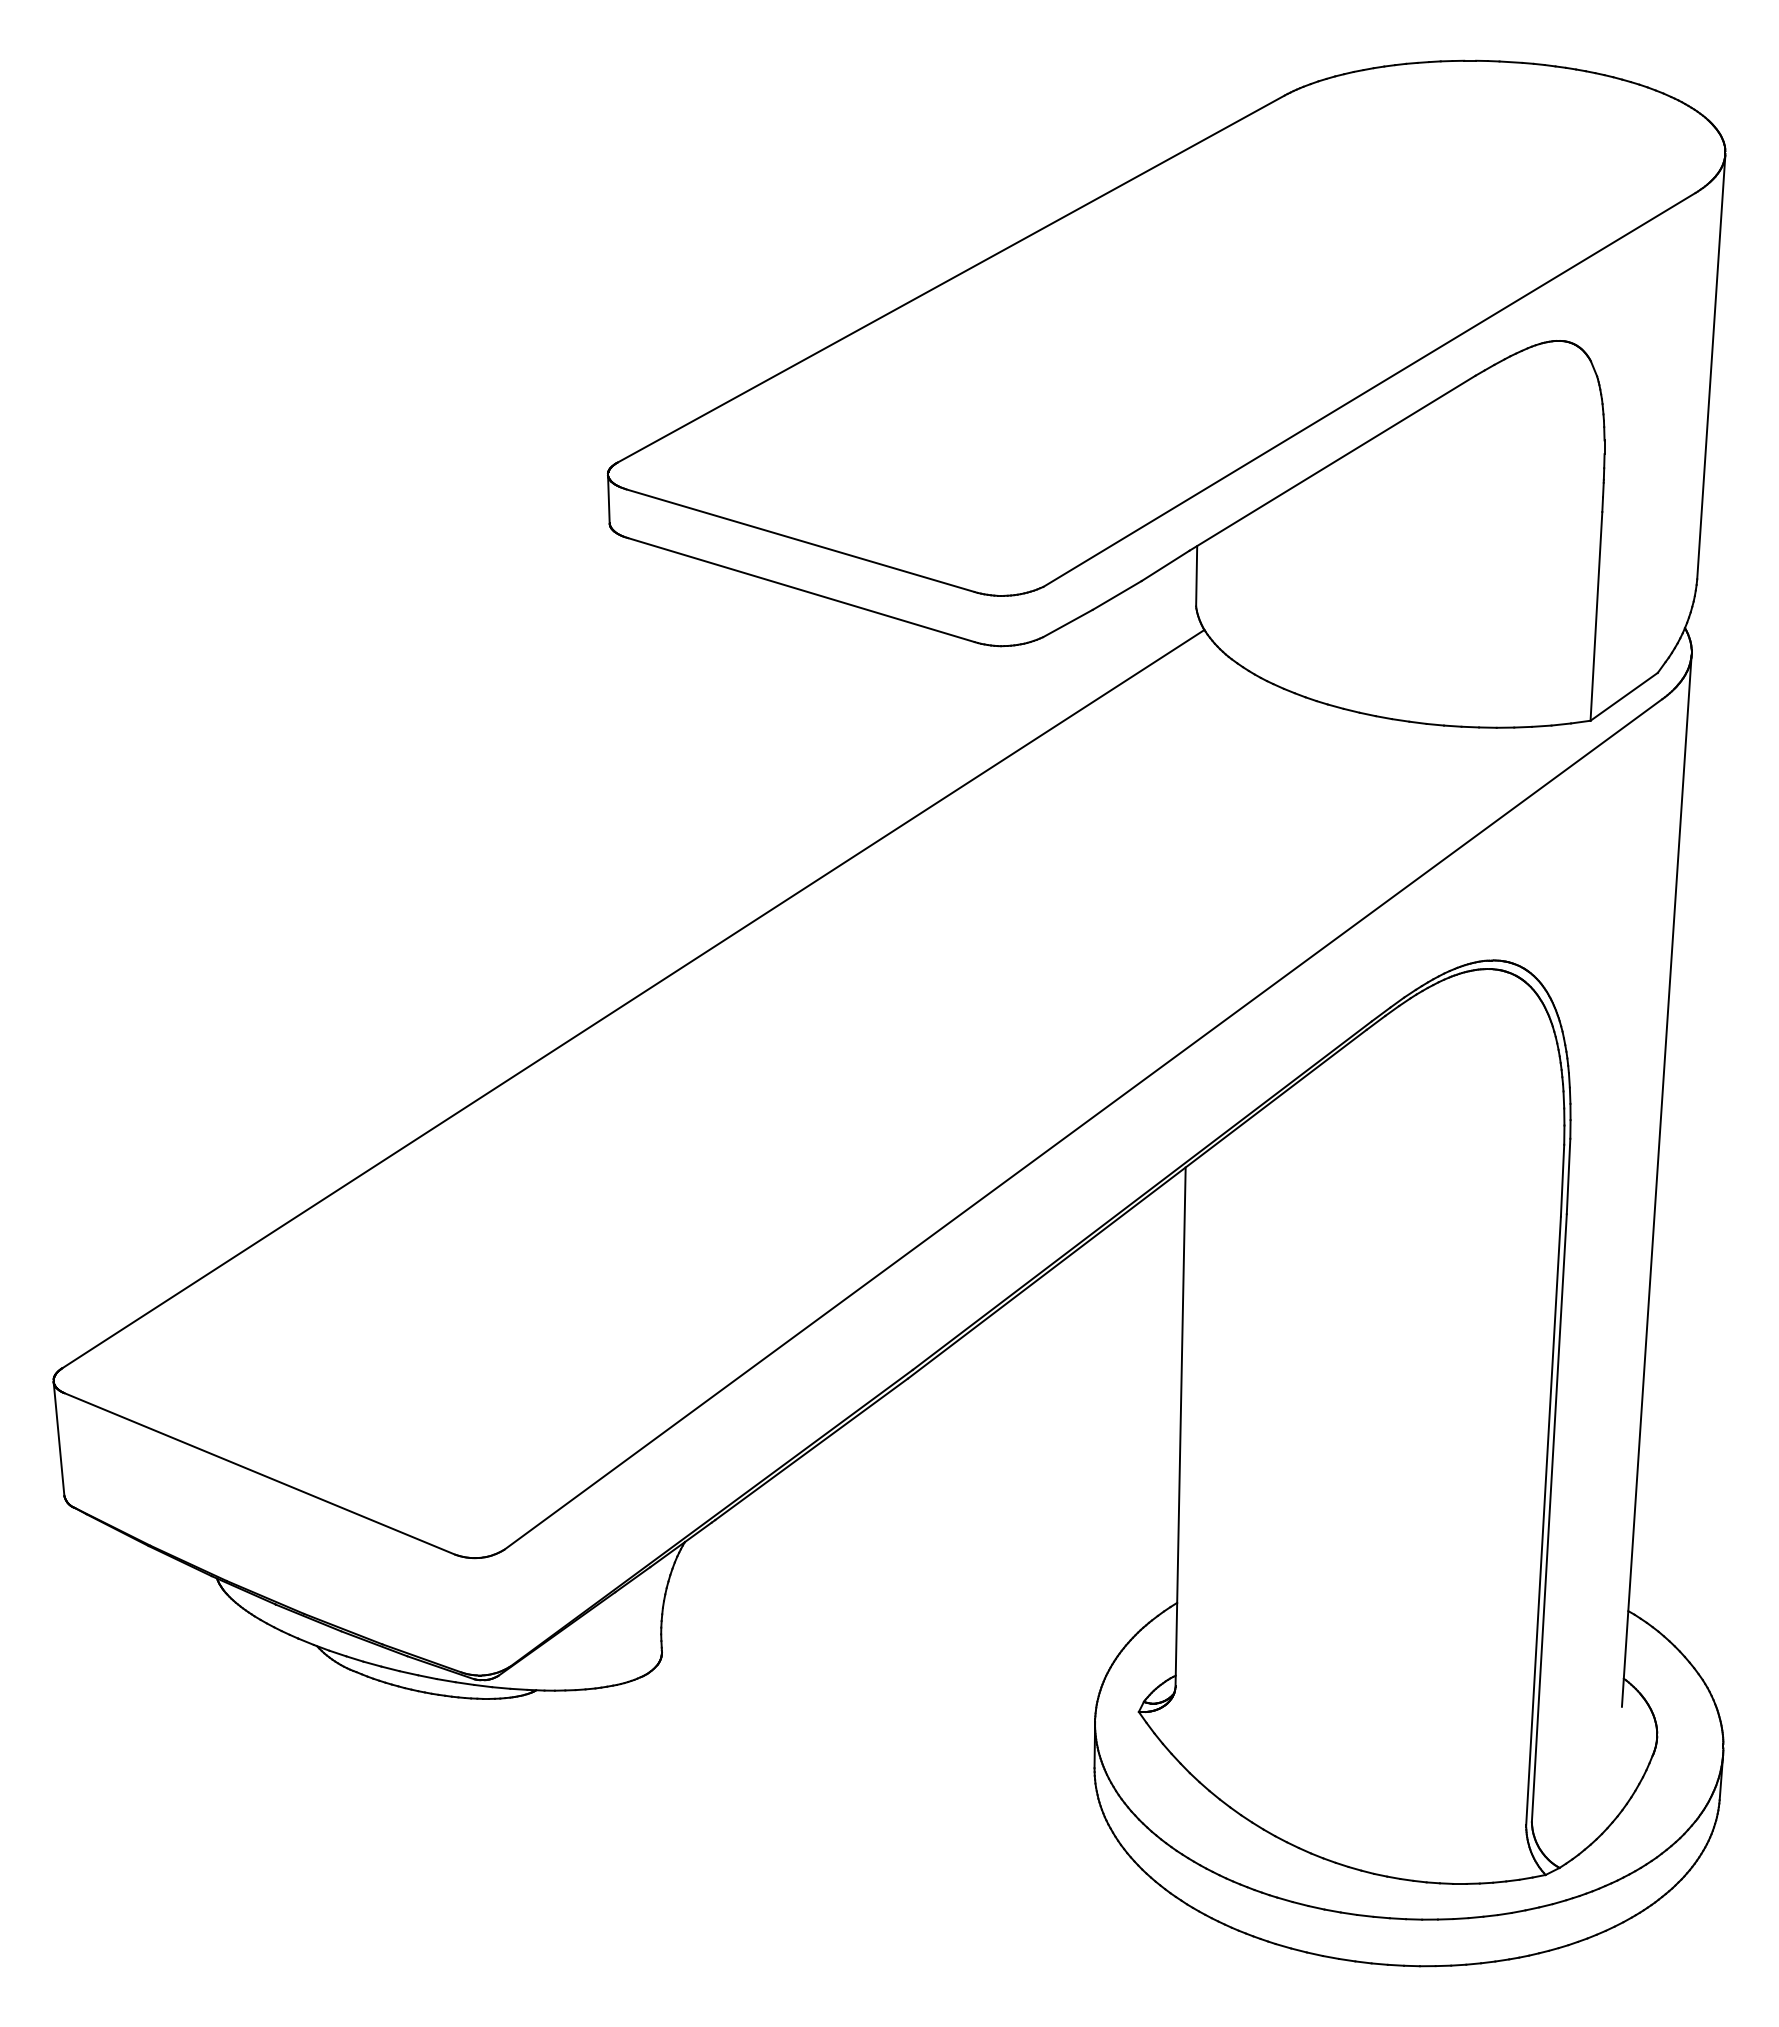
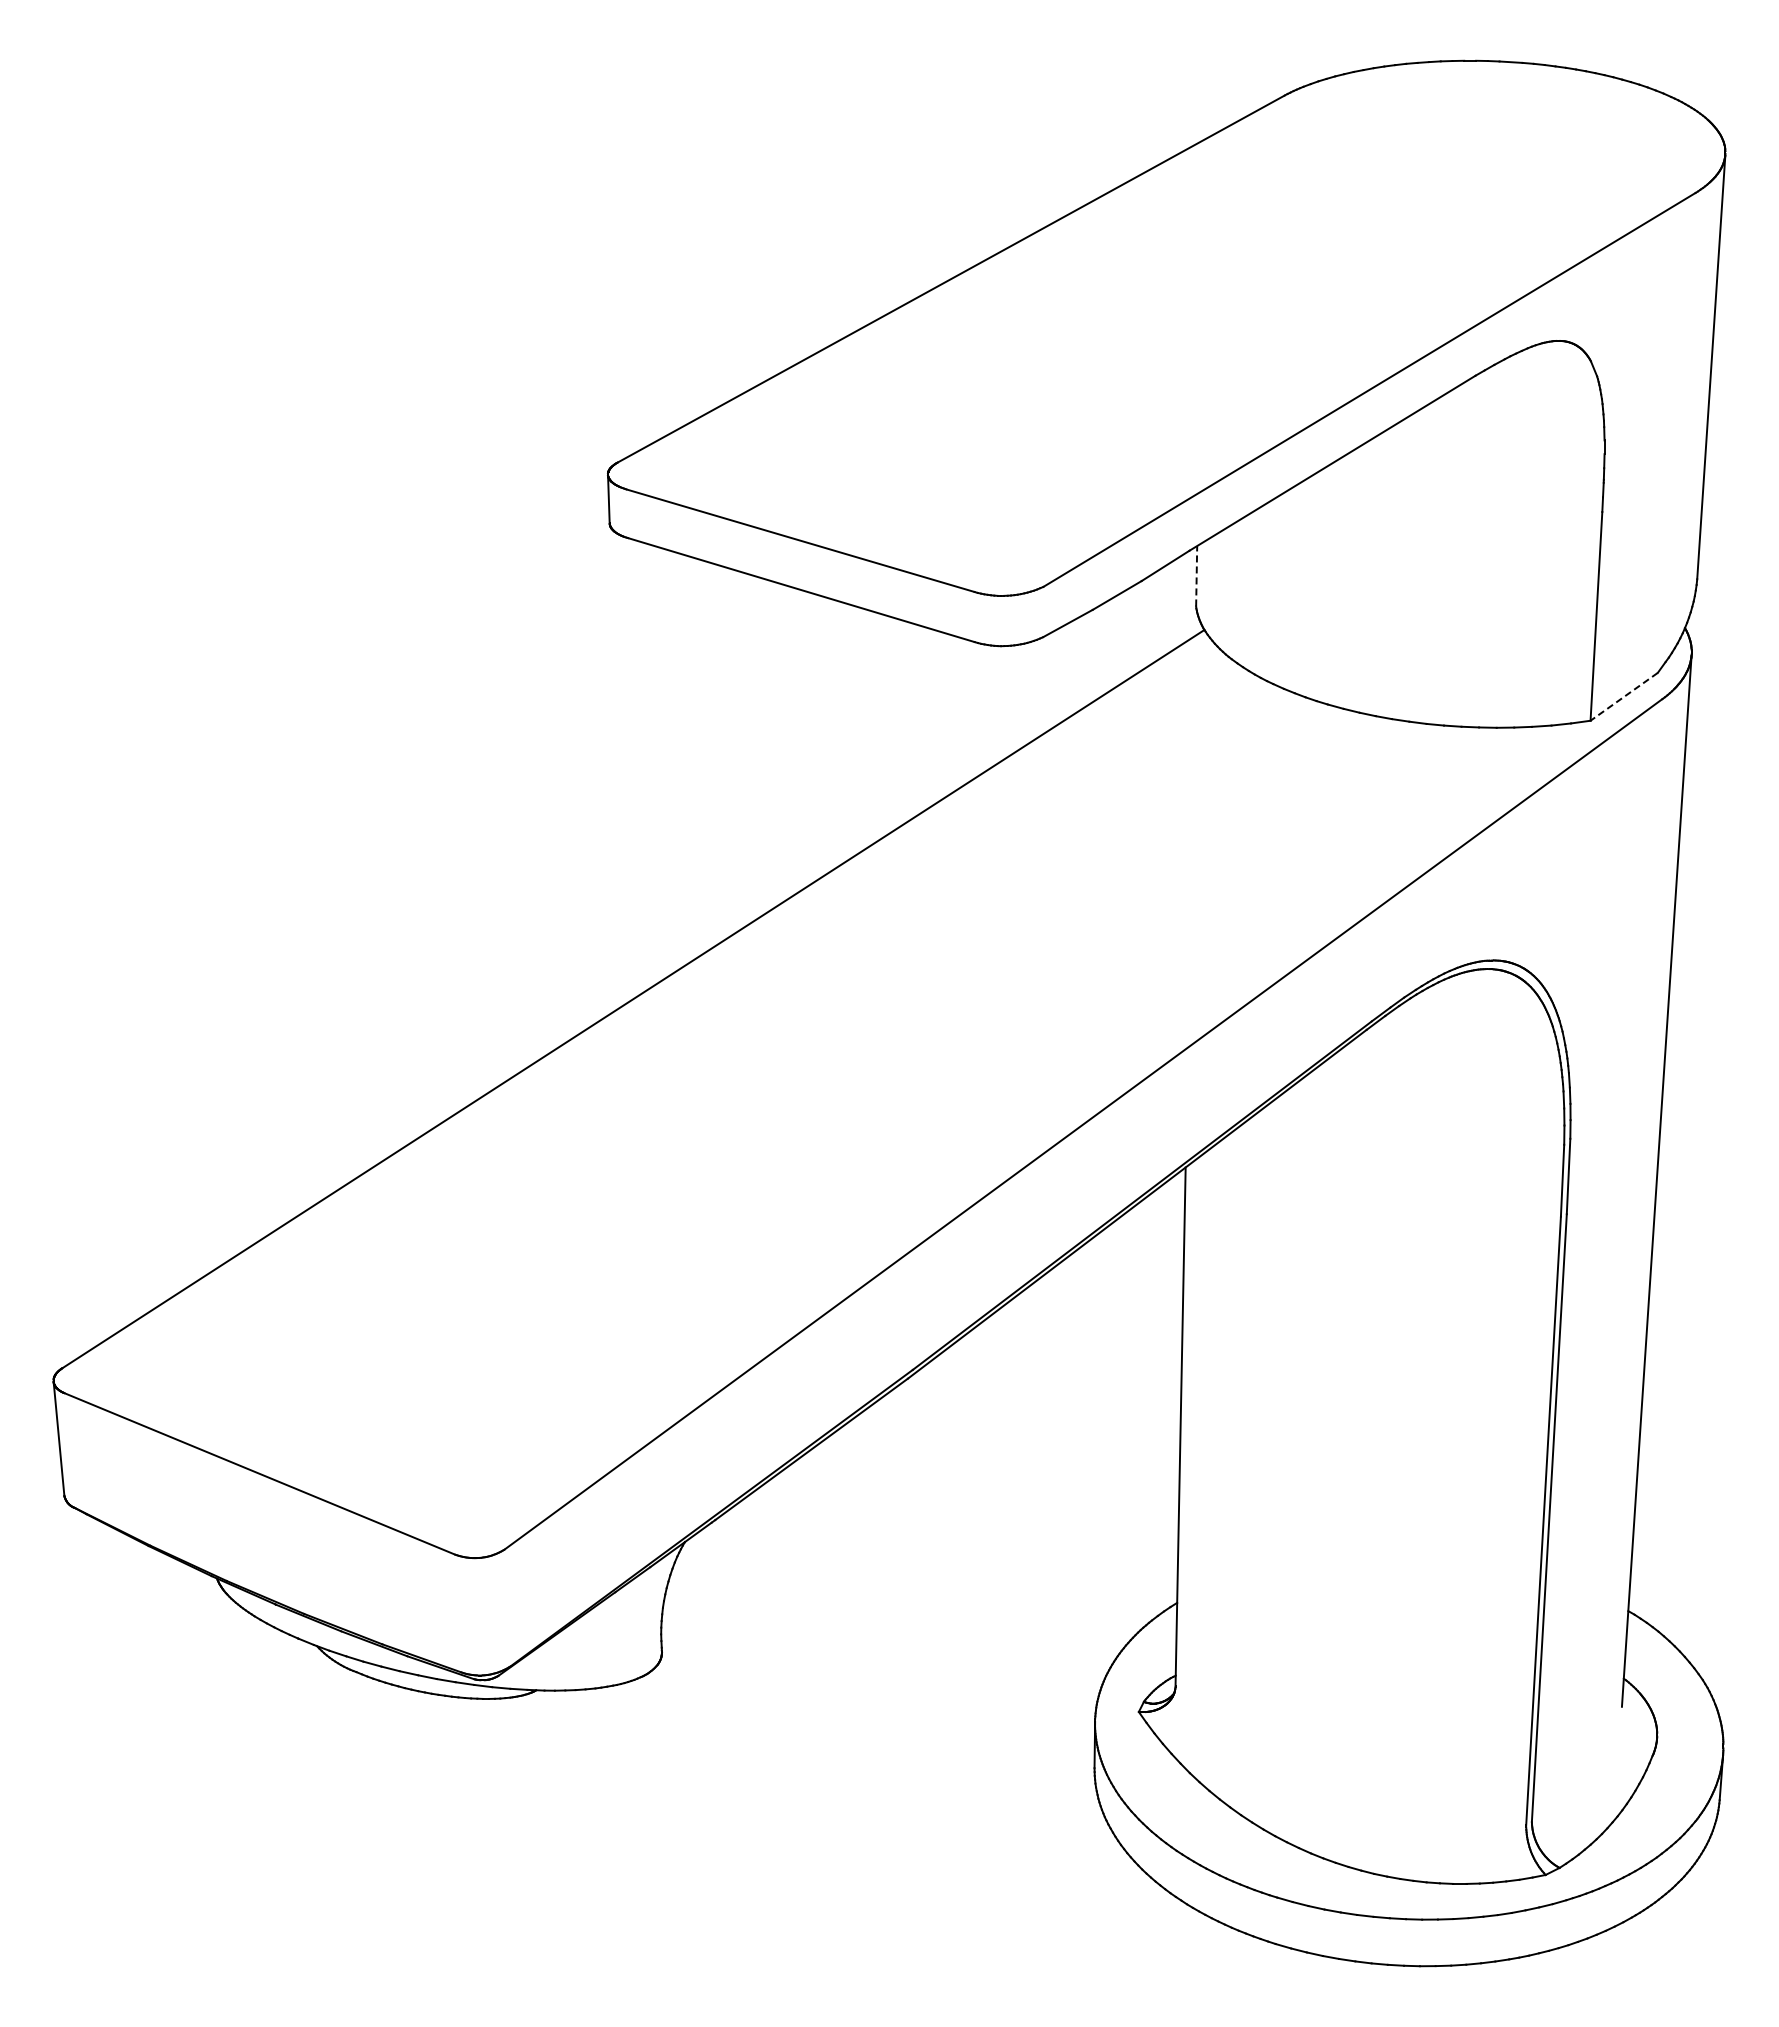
line at (1196, 575): solid -> dashed
line at (1623, 697): solid -> dashed
